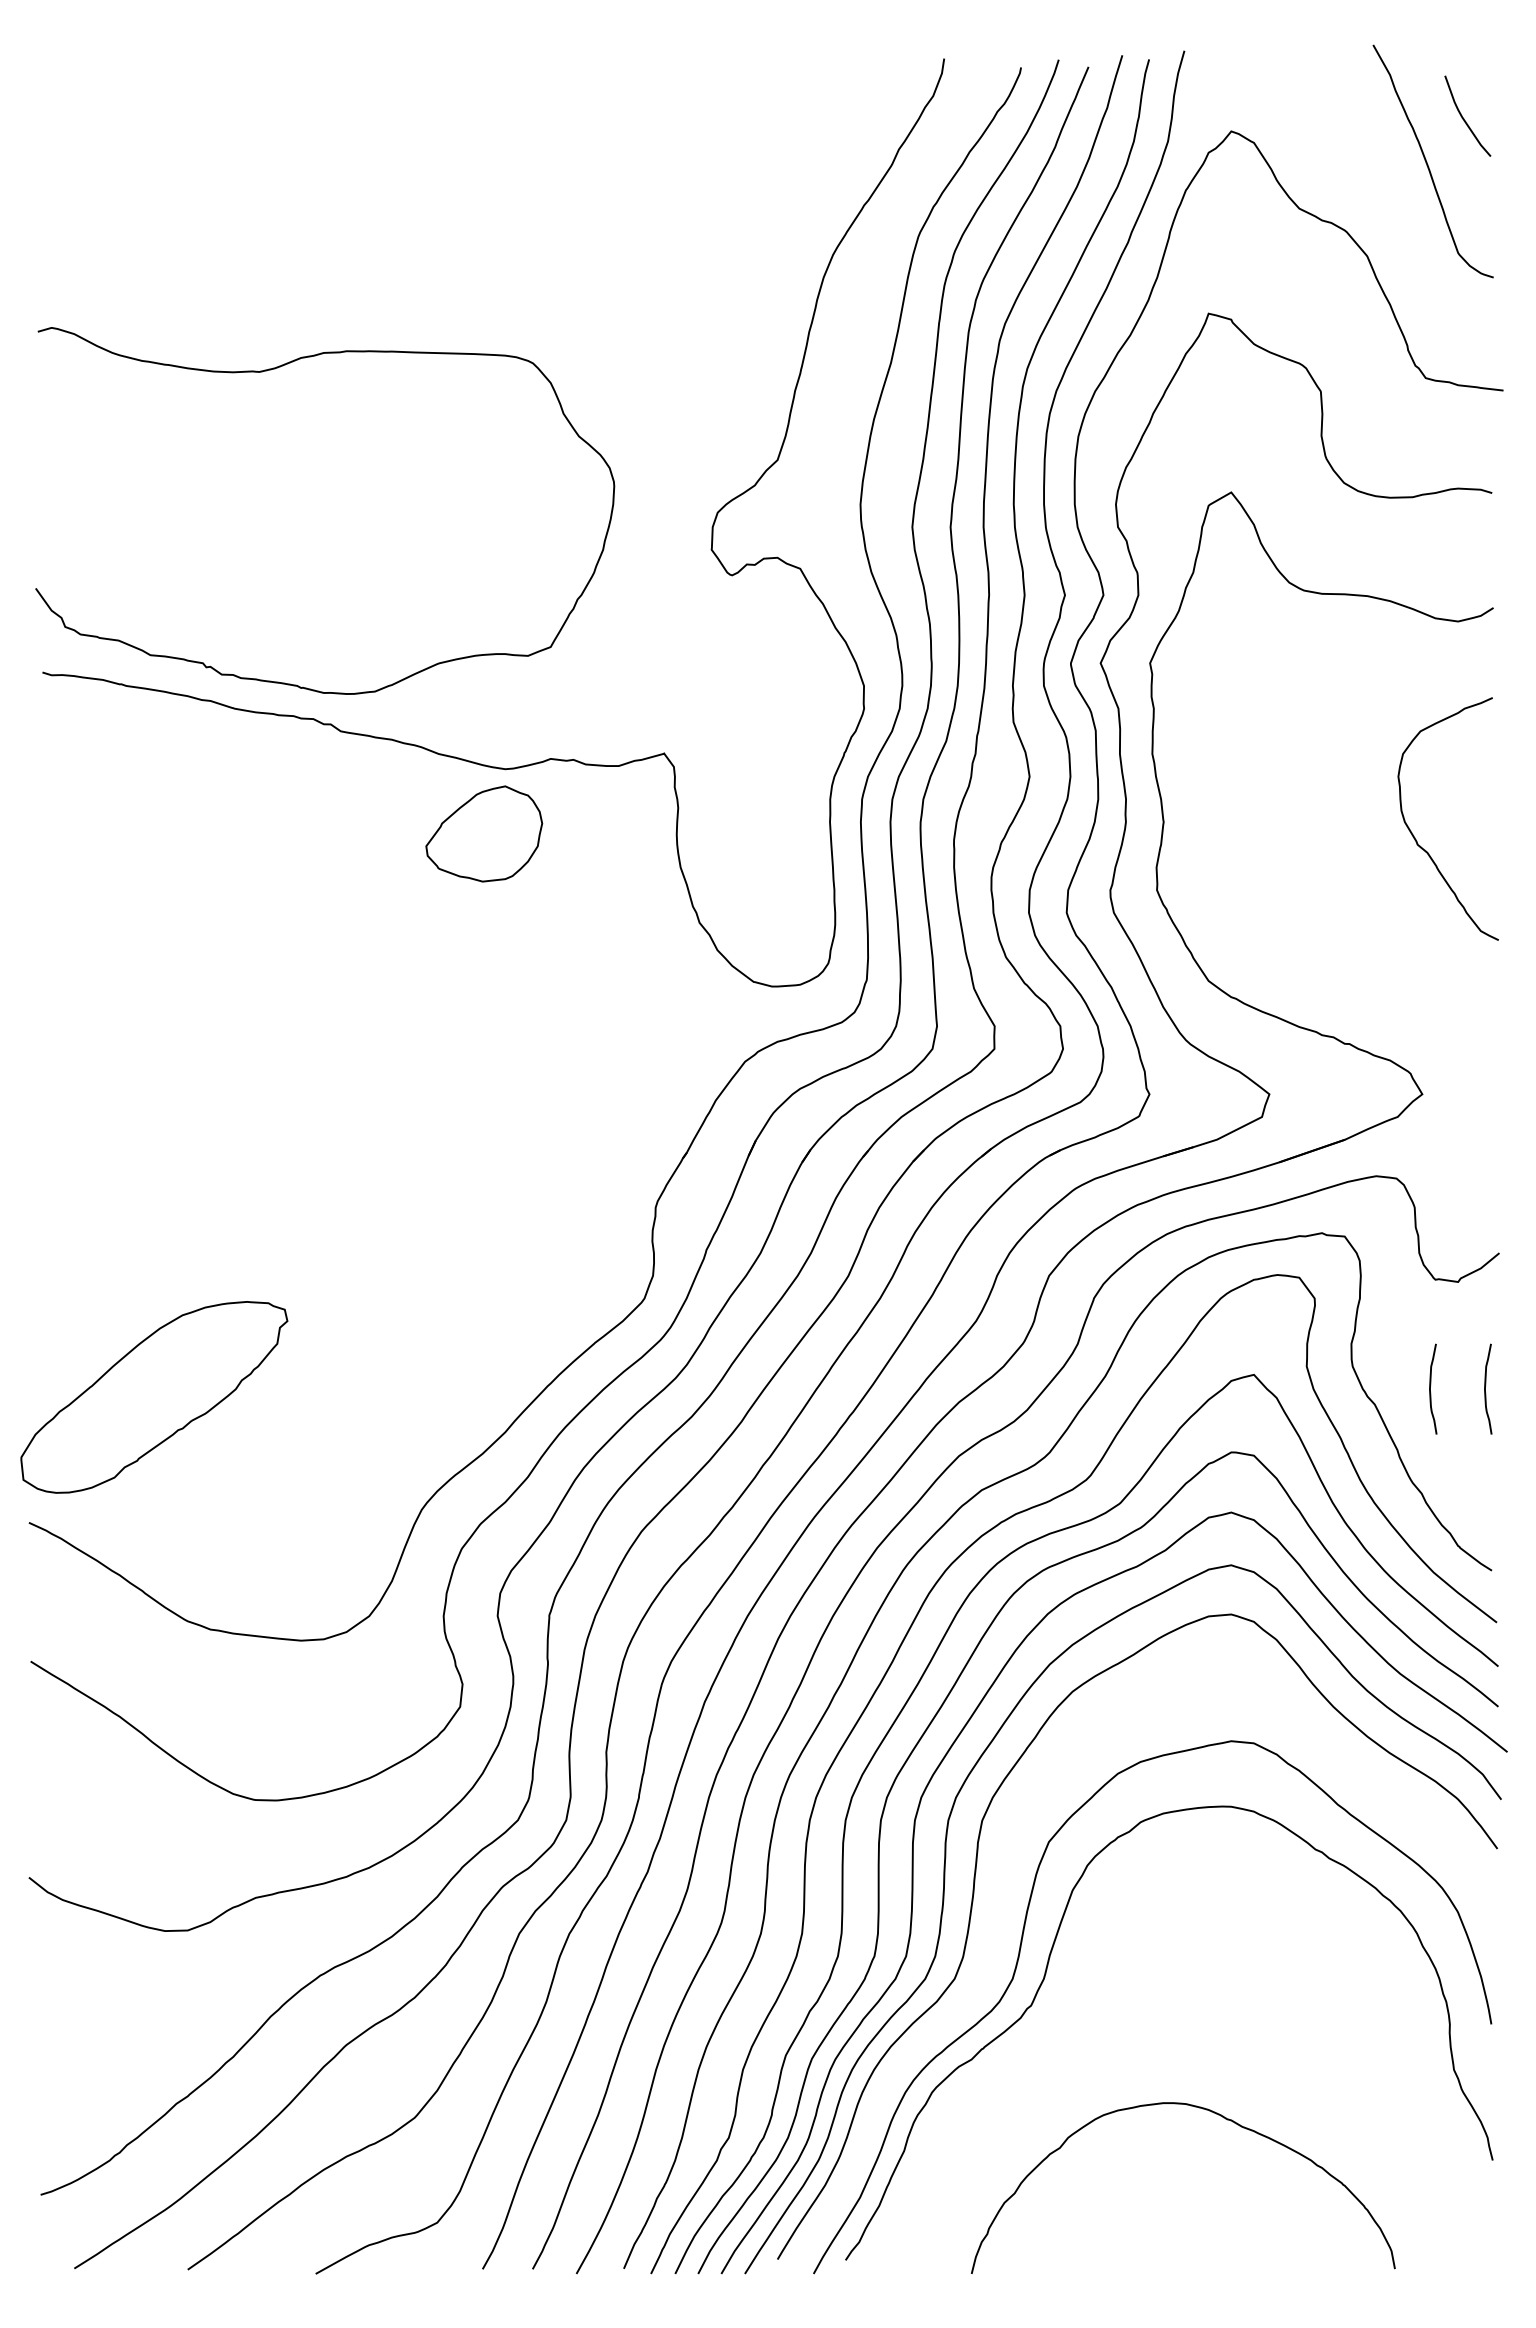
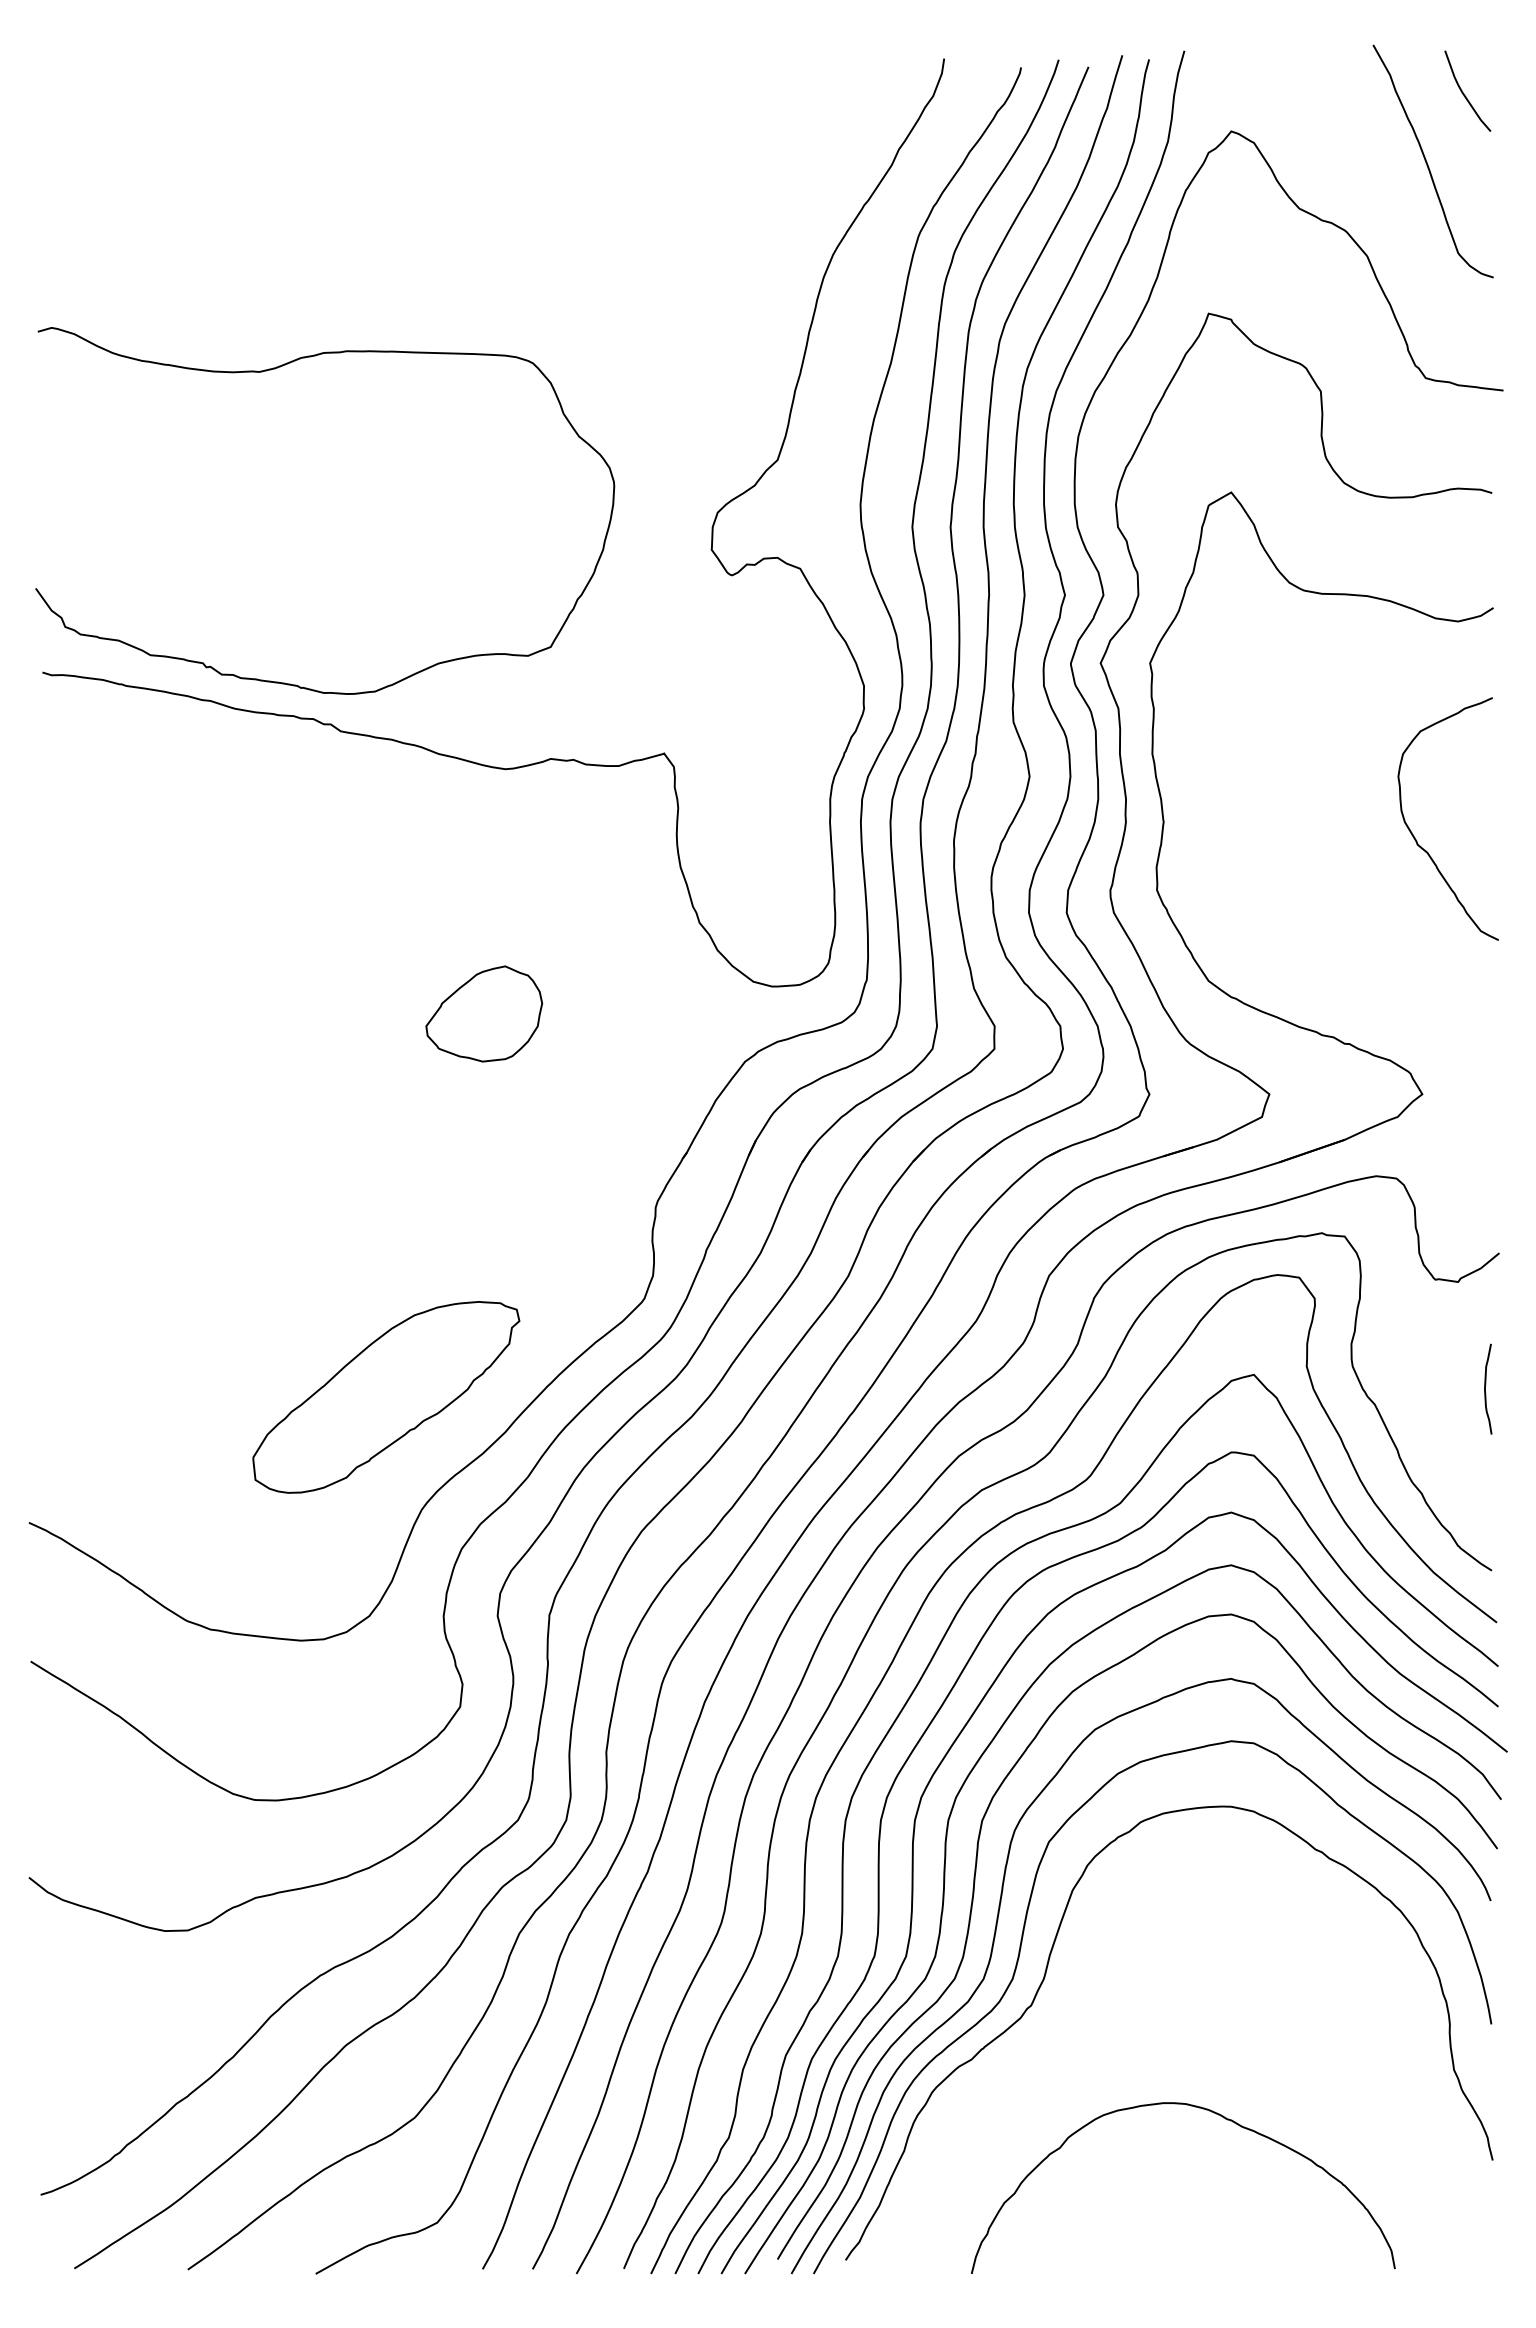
curve at (1464, 118) position: (1464, 118) -> (1464, 93)
part at (484, 833) position: (484, 833) -> (484, 1013)
curve at (1430, 1388): present -> none
part at (154, 1397) position: (154, 1397) -> (386, 1397)
curve at (992, 1954): none -> present
